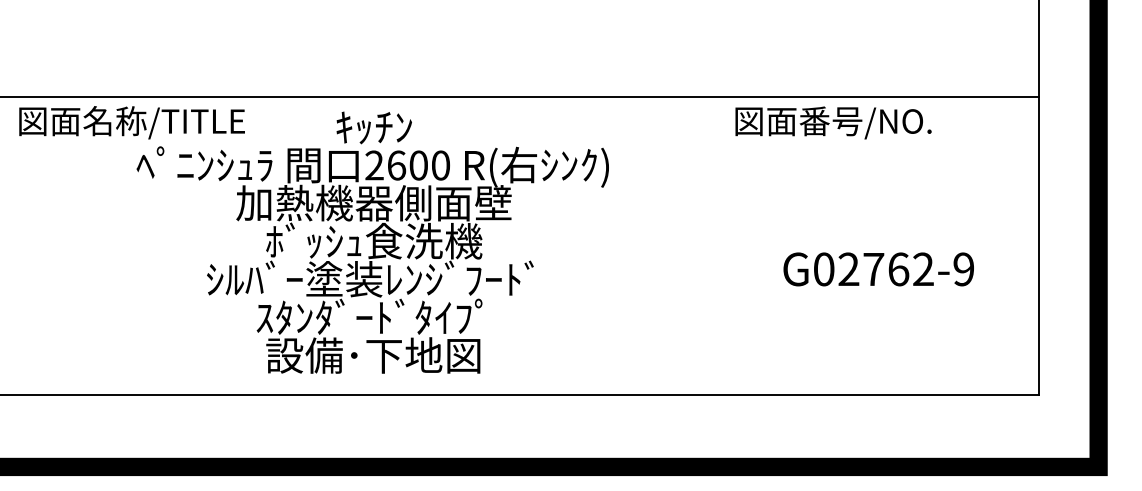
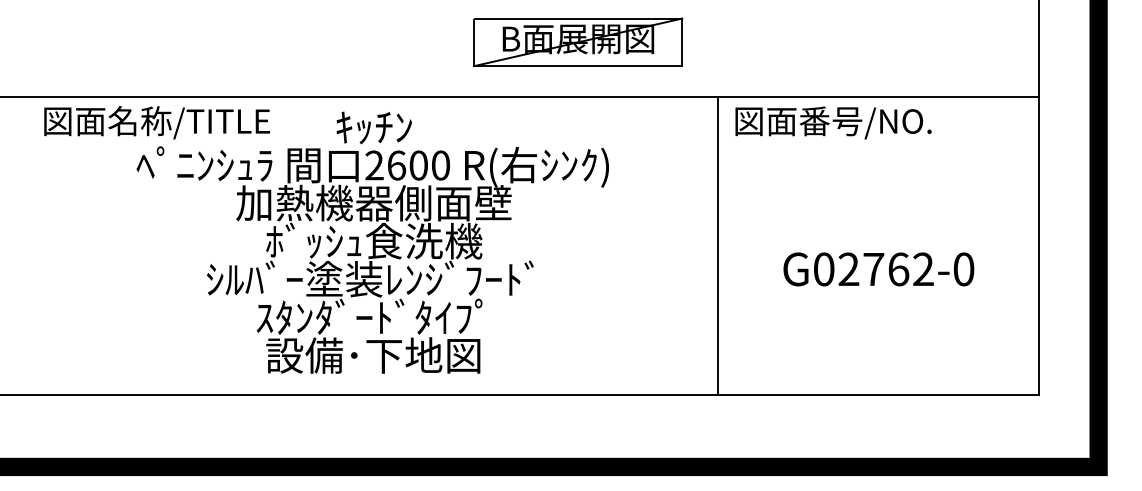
part at (578, 42): none -> present
text at (131, 122) position: (131, 122) -> (156, 122)
line at (718, 245): none -> present
text at (963, 269): G02762-9 -> G02762-0
